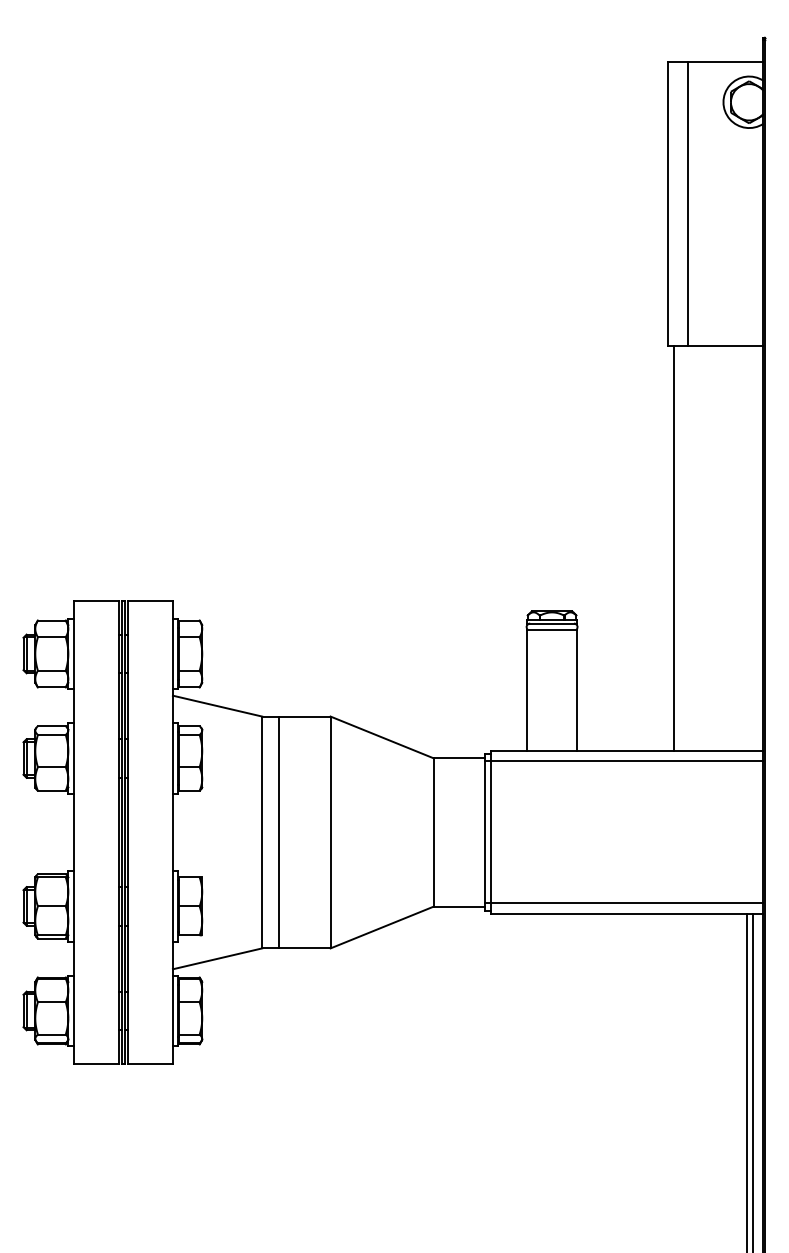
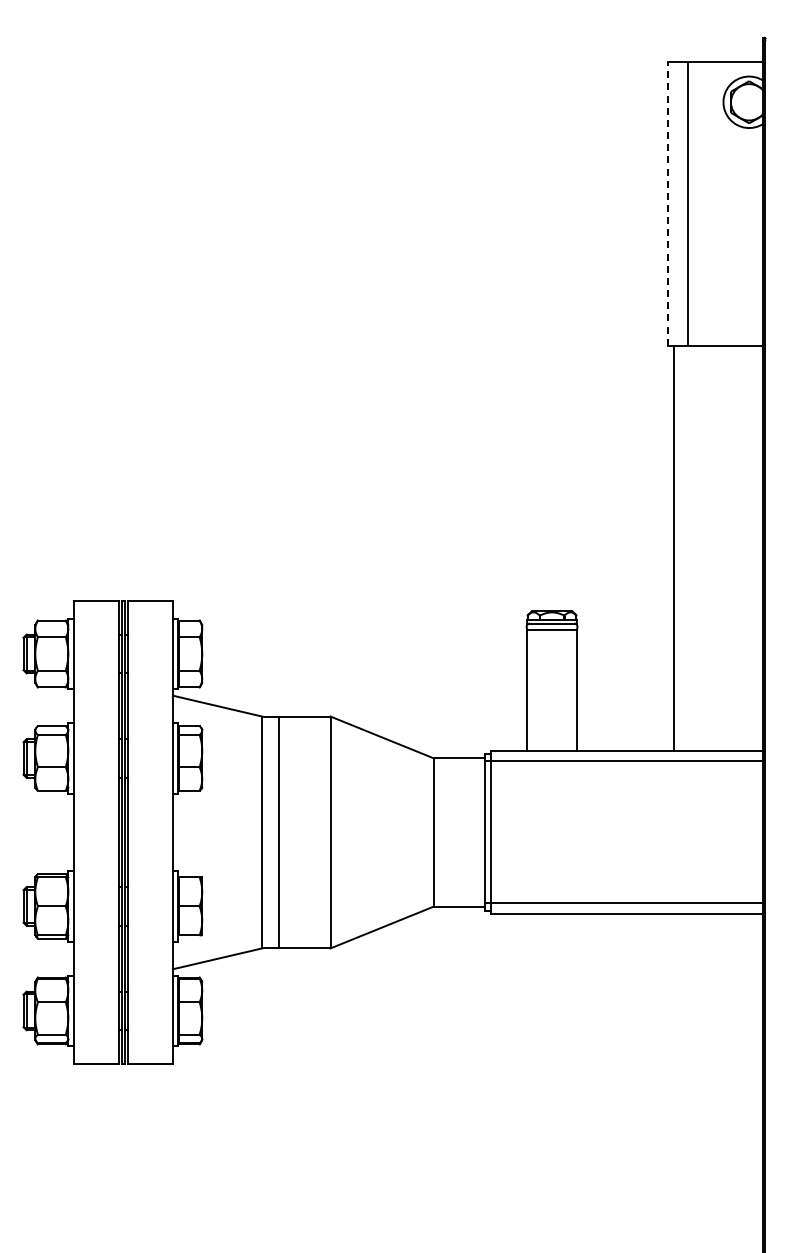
line at (668, 203): solid -> dashed
line at (747, 1081): present -> none
line at (753, 1081): present -> none
